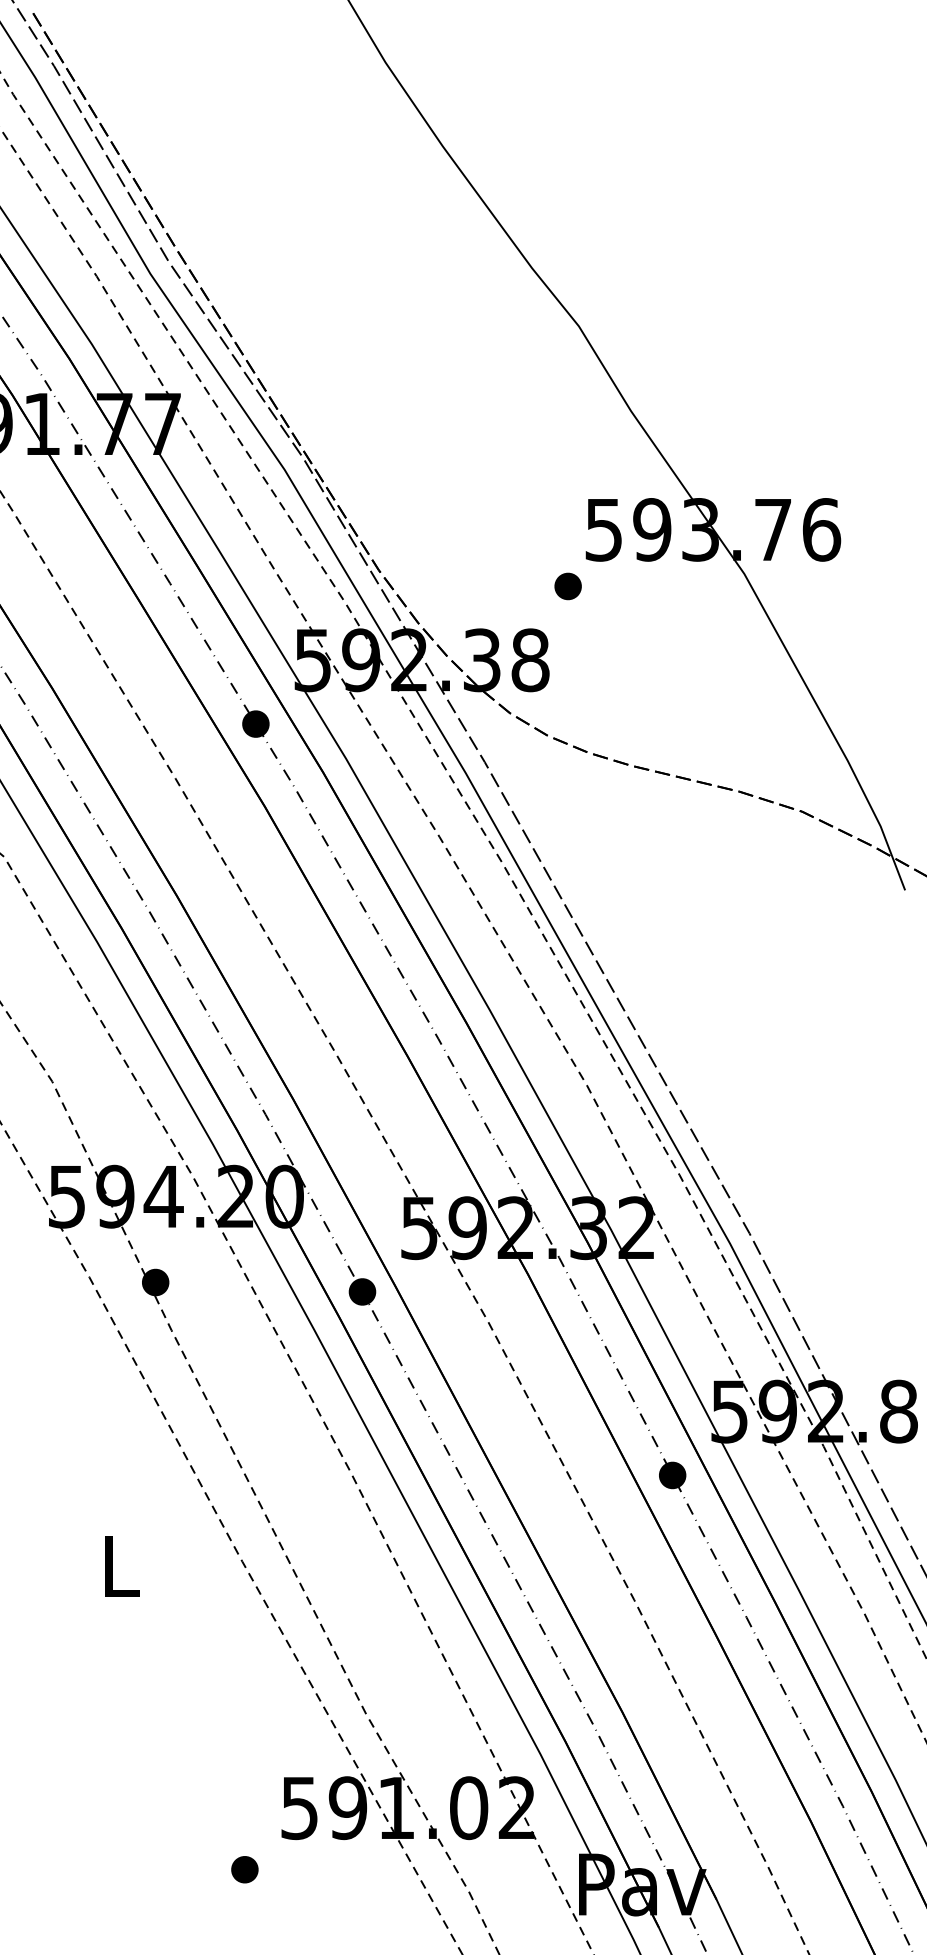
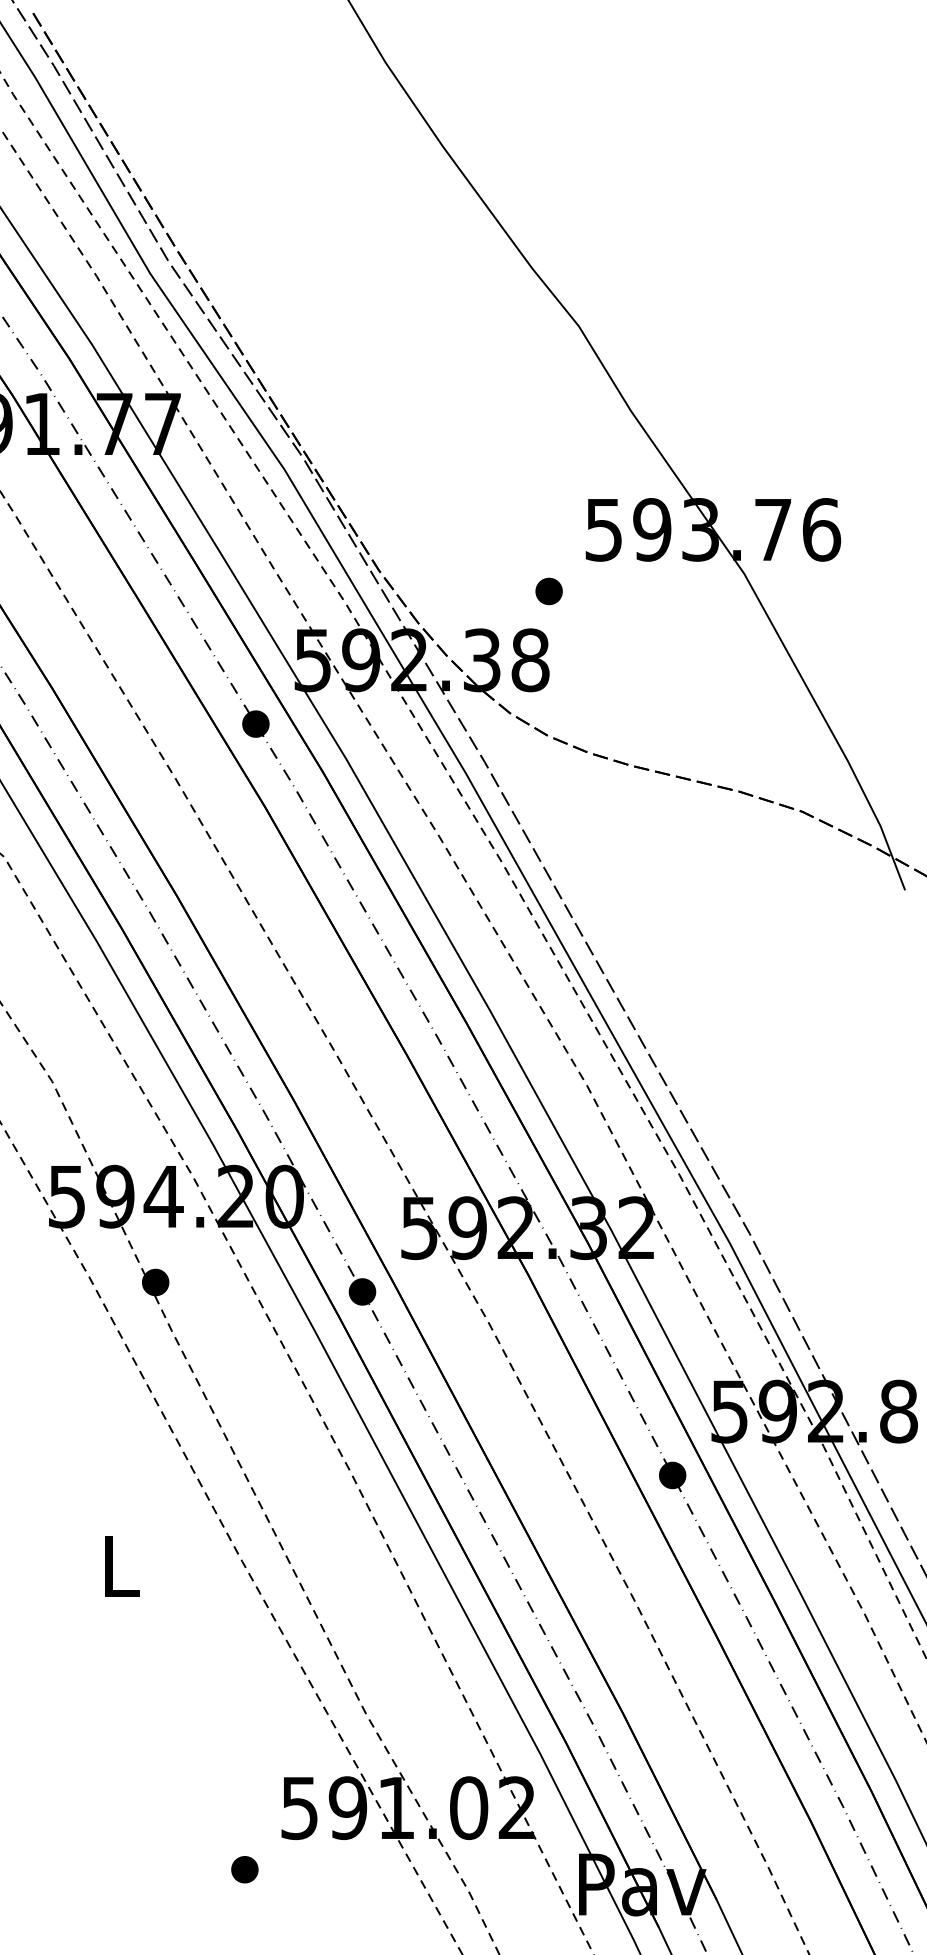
part at (567, 586) position: (567, 586) -> (548, 591)
